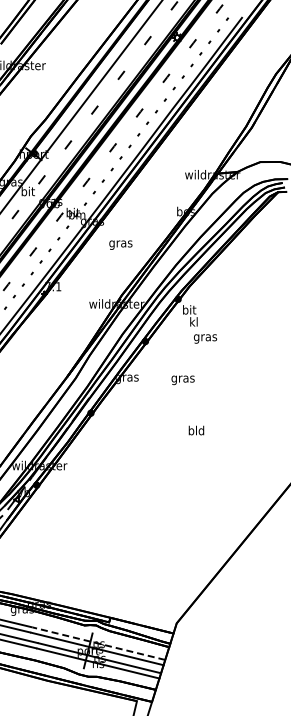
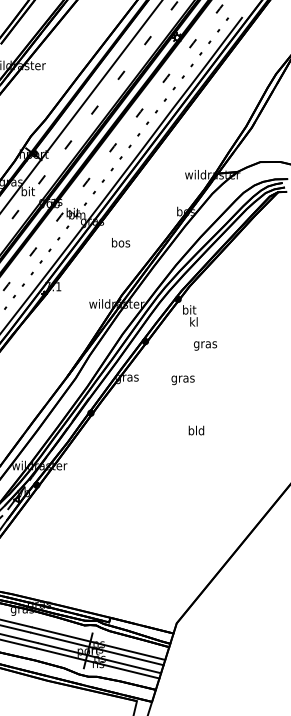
text at (120, 243): gras -> bos
text at (205, 338) position: (205, 338) -> (205, 345)
line at (98, 643): dashed -> solid
